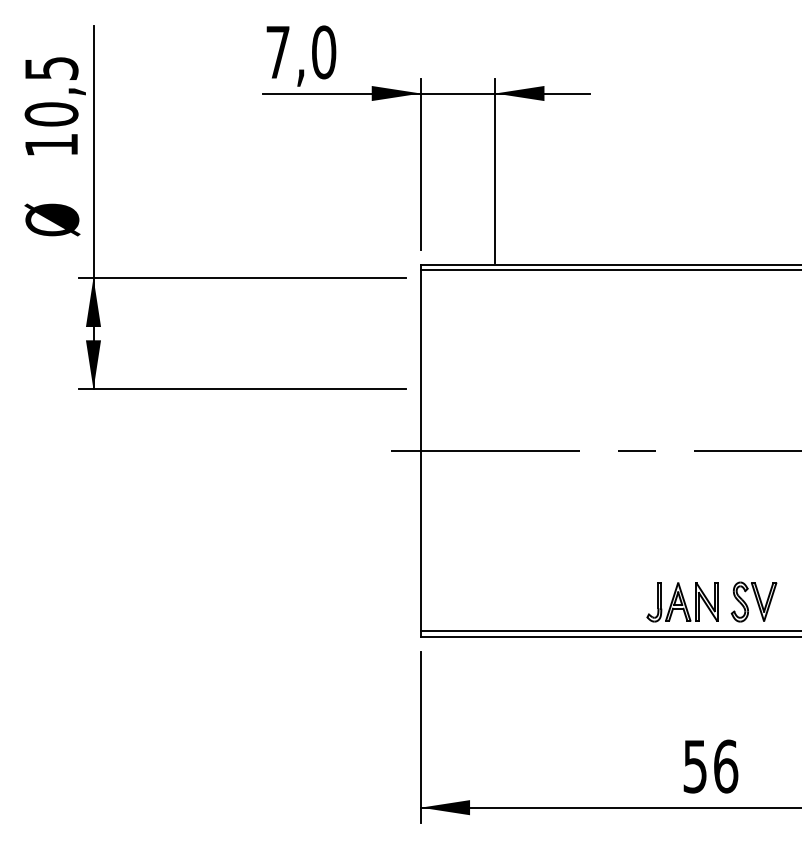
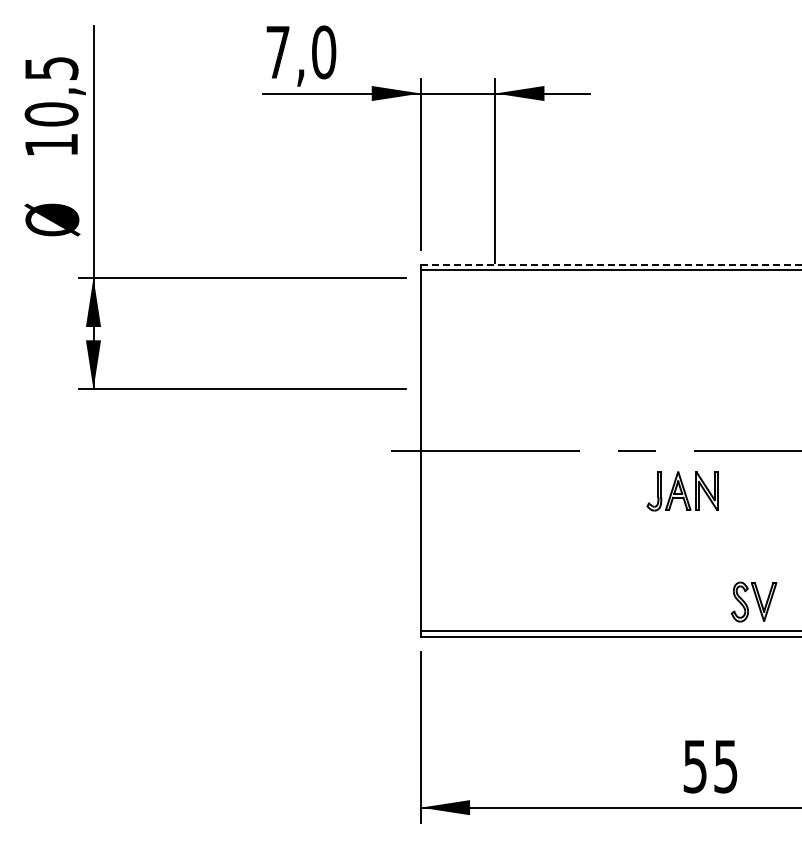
line at (611, 264): solid -> dashed
part at (682, 602) position: (682, 602) -> (682, 491)
text at (726, 766): 56 -> 55
